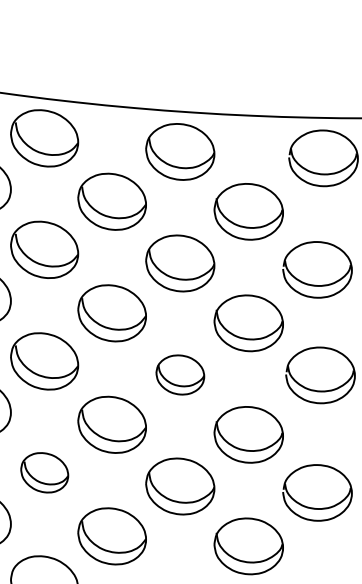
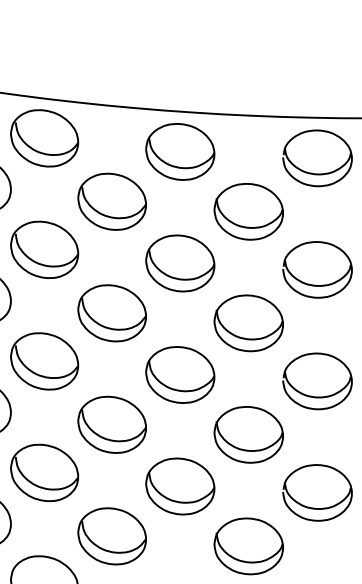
part at (323, 158) position: (323, 158) -> (317, 158)
part at (180, 374) size: 51x42 px -> 71x58 px
part at (320, 375) position: (320, 375) -> (317, 381)
part at (44, 472) size: 50x42 px -> 70x59 px
